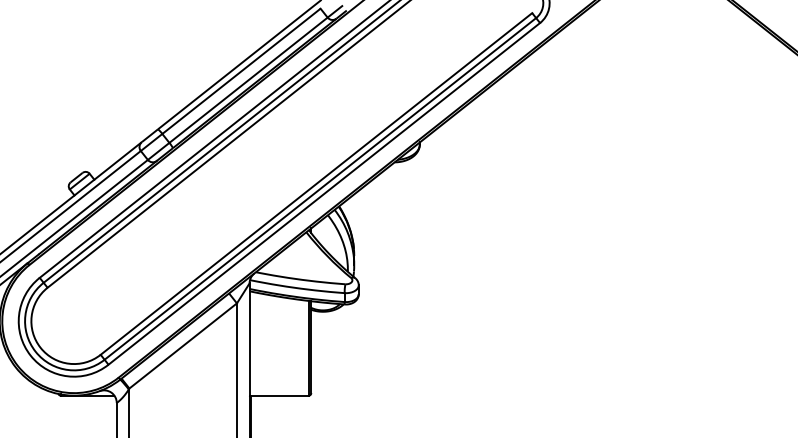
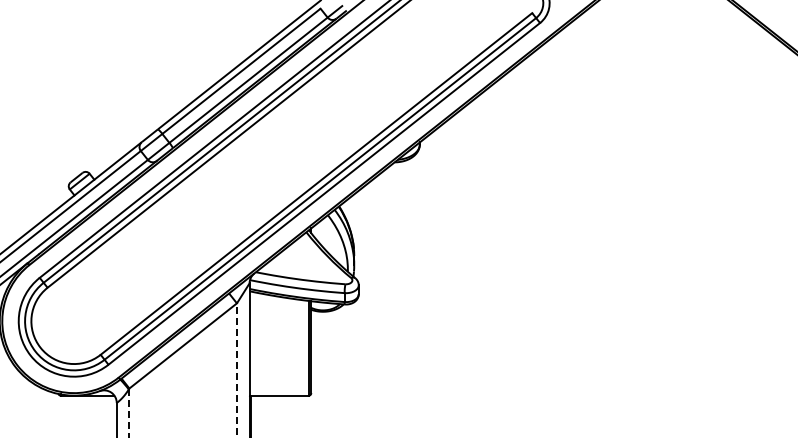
line at (236, 370): solid -> dashed
line at (129, 413): solid -> dashed
